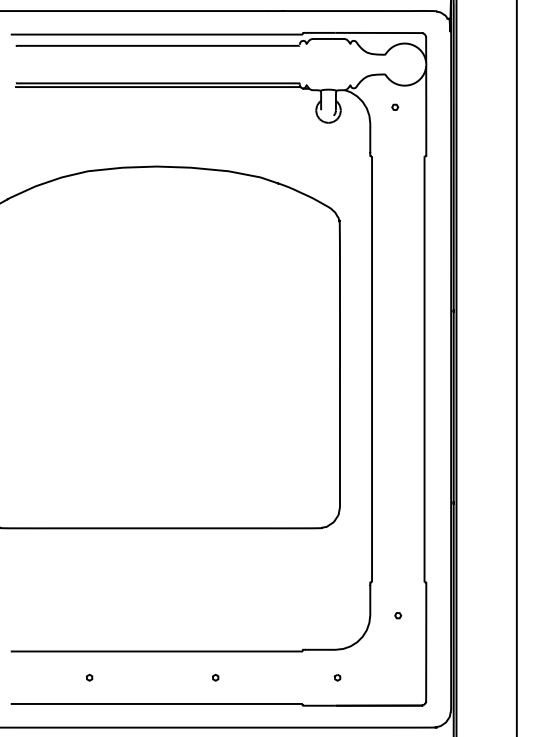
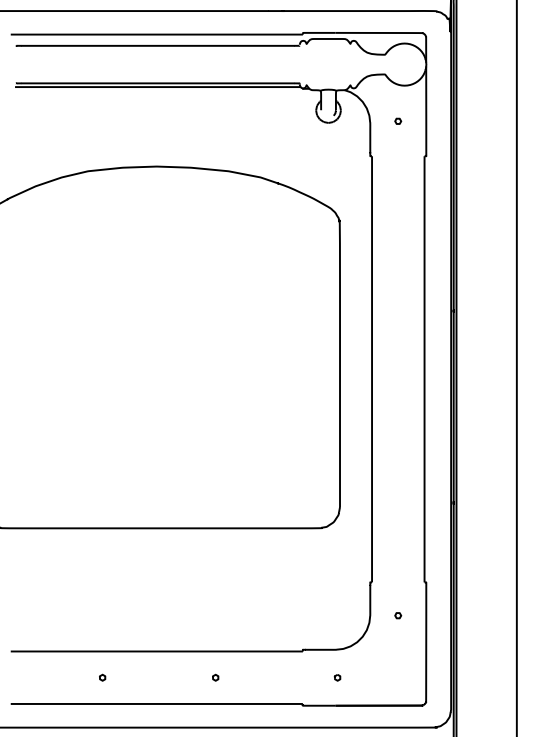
part at (395, 106) position: (395, 106) -> (398, 120)
part at (89, 677) position: (89, 677) -> (102, 677)
